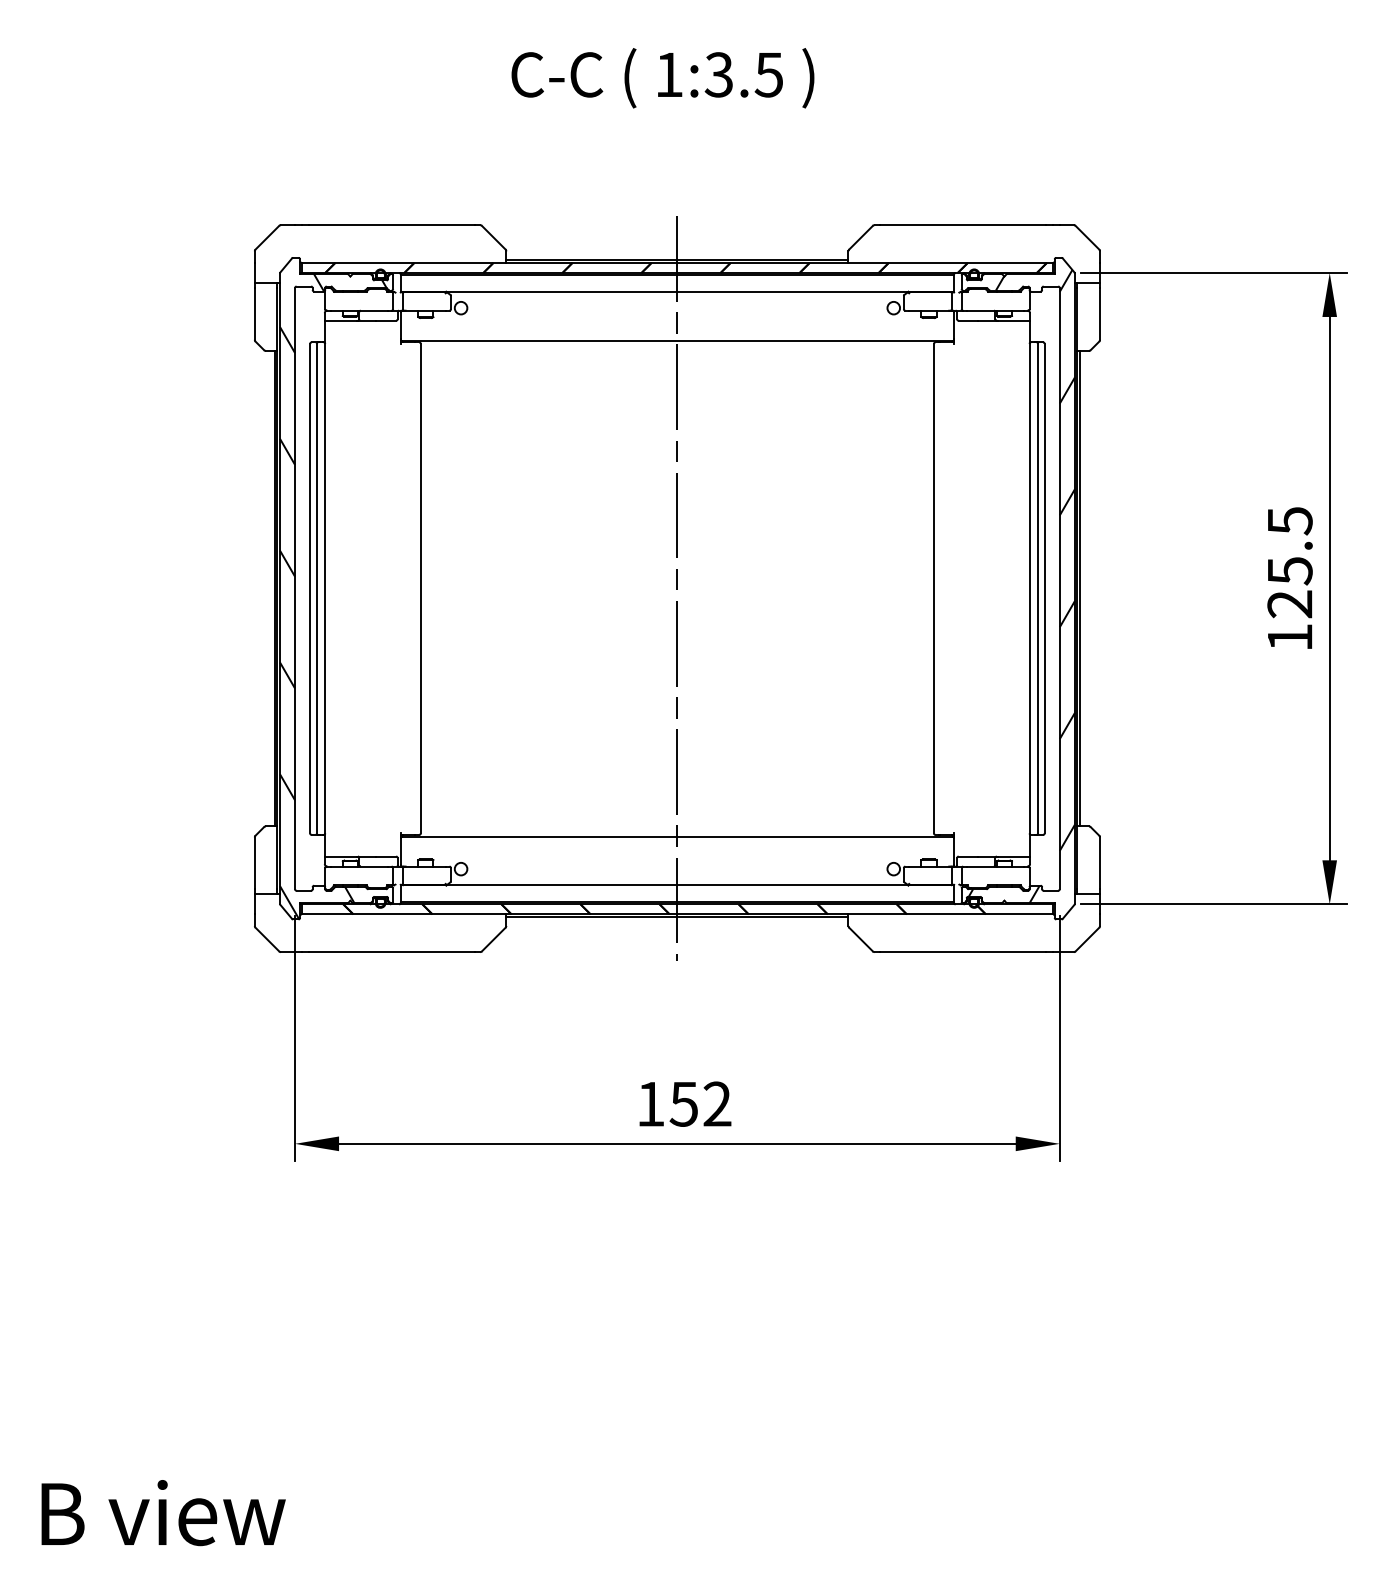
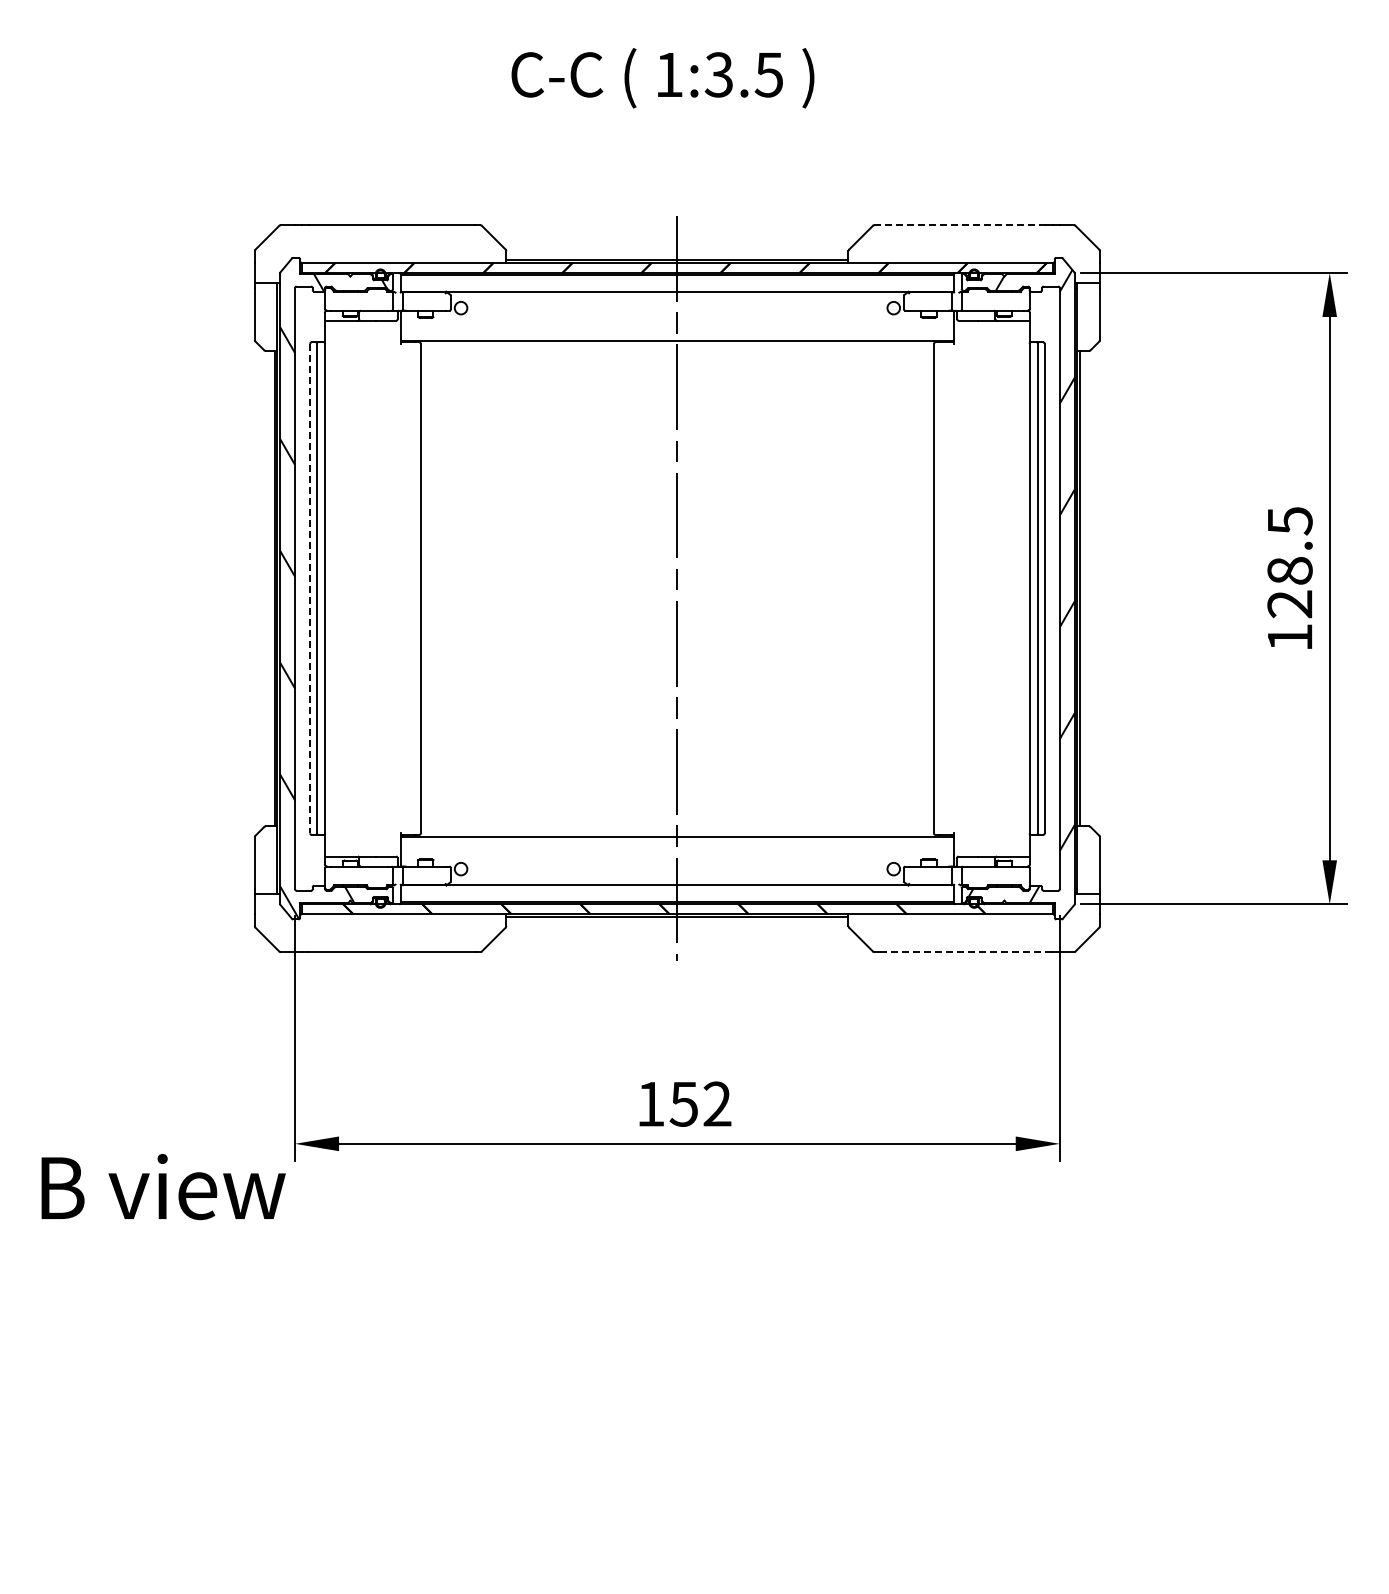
line at (962, 225): solid -> dashed
text at (1289, 571): 125.5 -> 128.5
line at (310, 588): solid -> dashed
line at (963, 952): solid -> dashed
text at (163, 1513) position: (163, 1513) -> (163, 1187)
